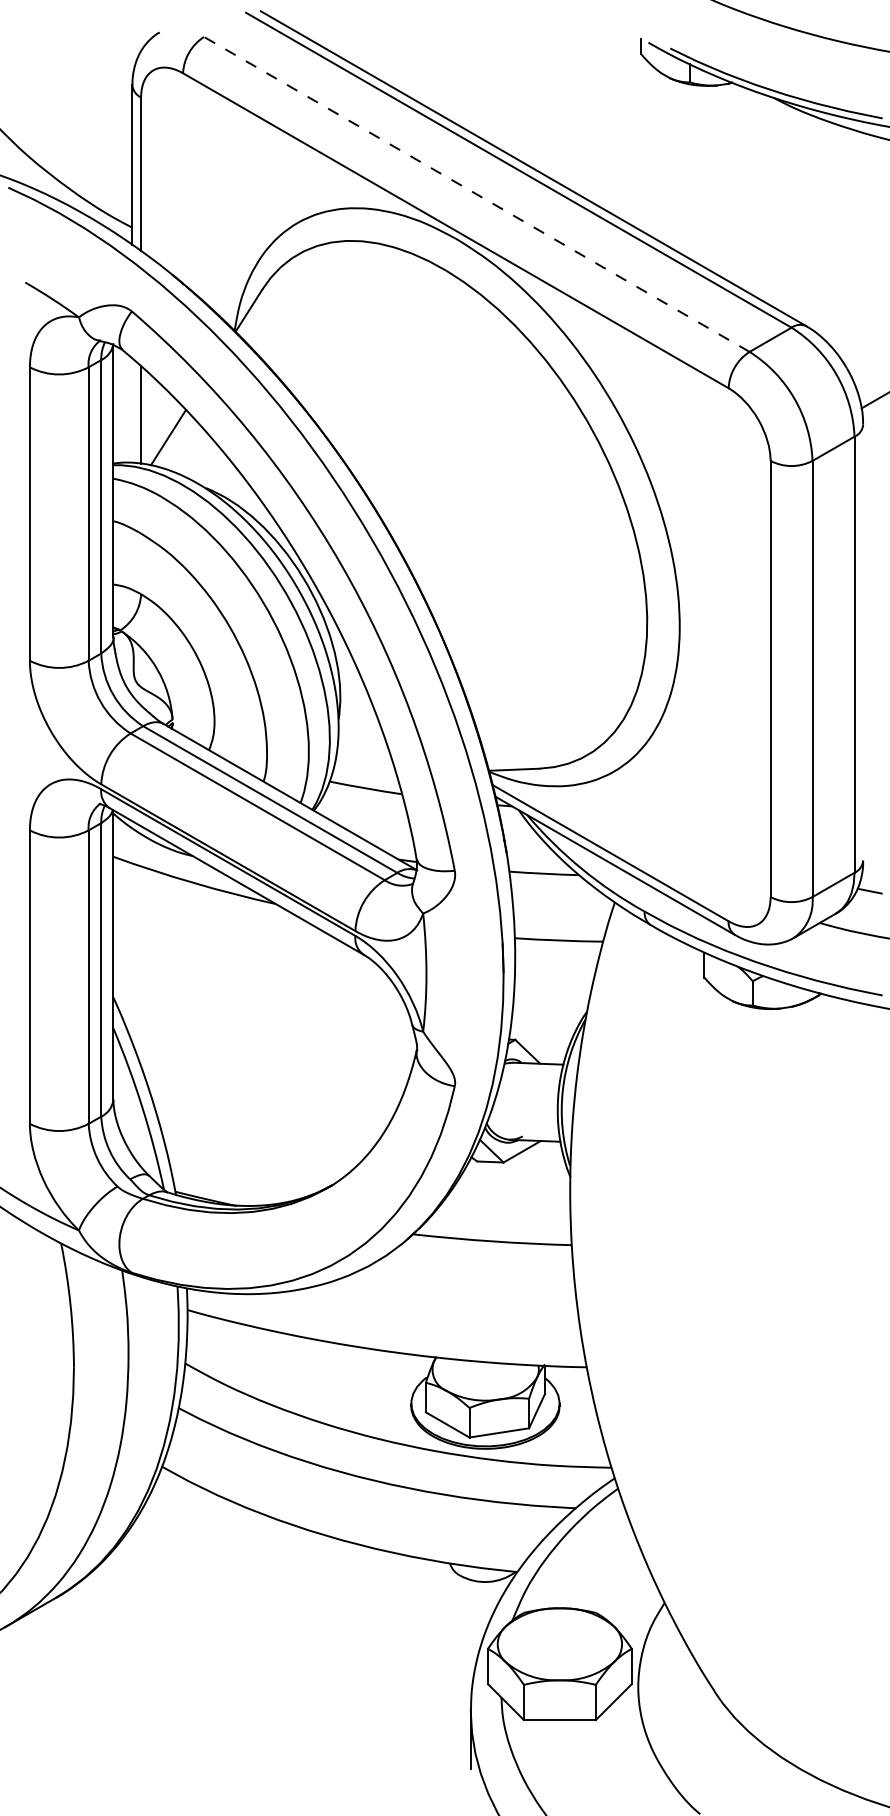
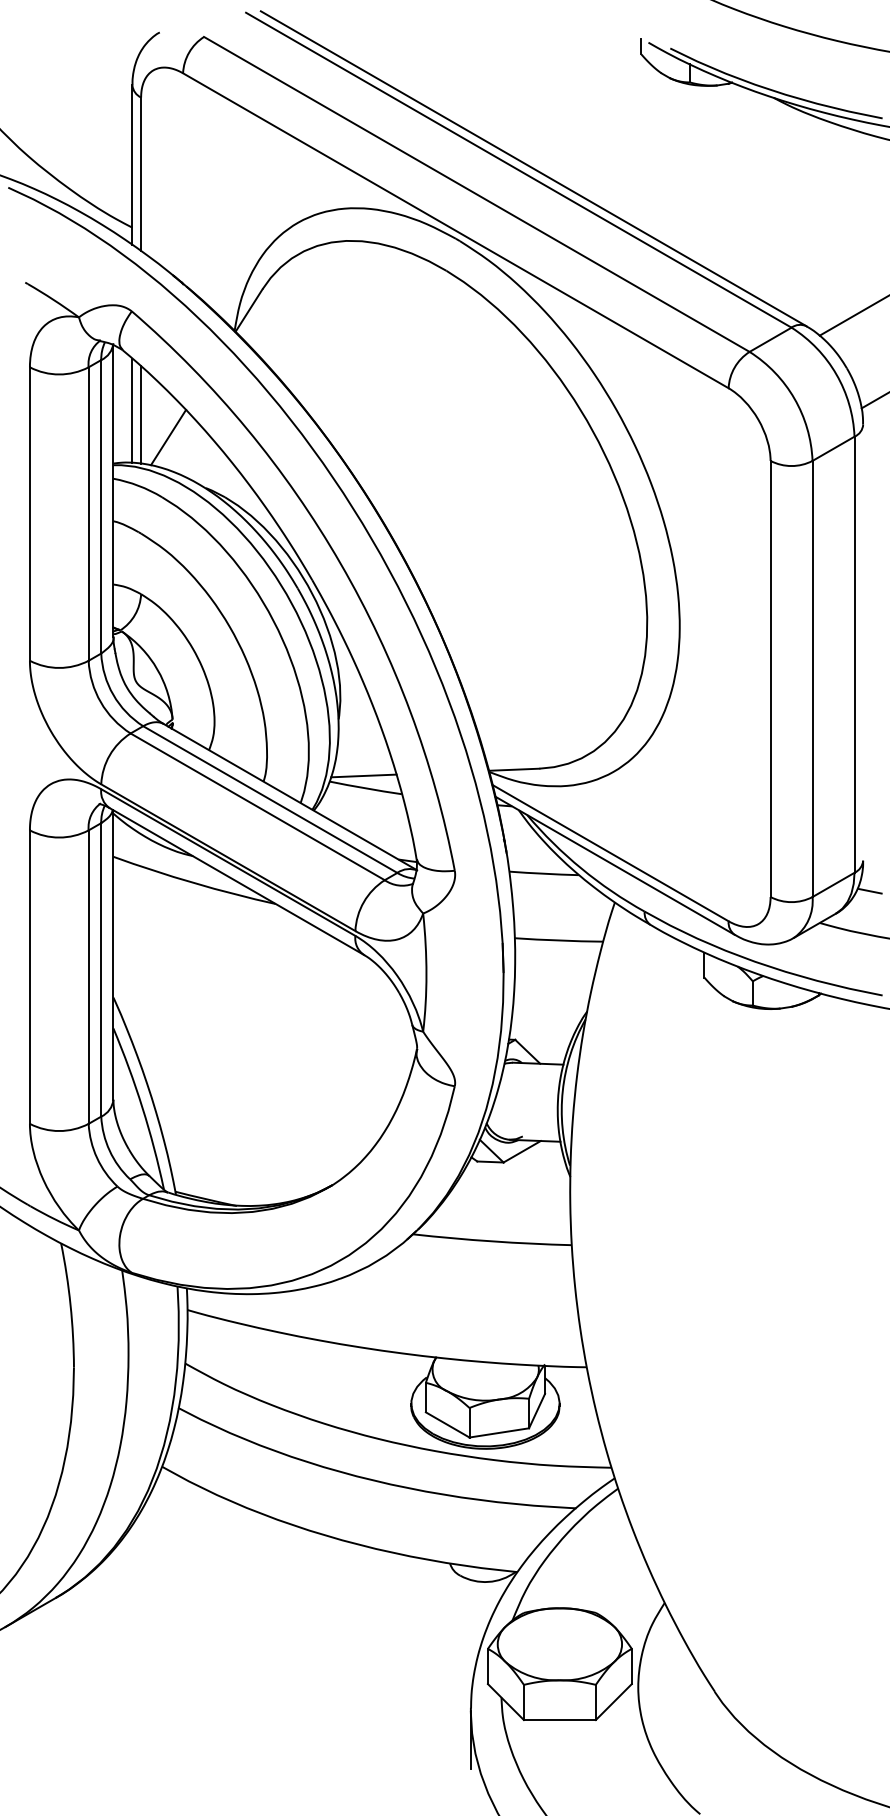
line at (476, 194): dashed -> solid
line at (852, 316): none -> present
line at (132, 410): none -> present
line at (363, 775): none -> present
